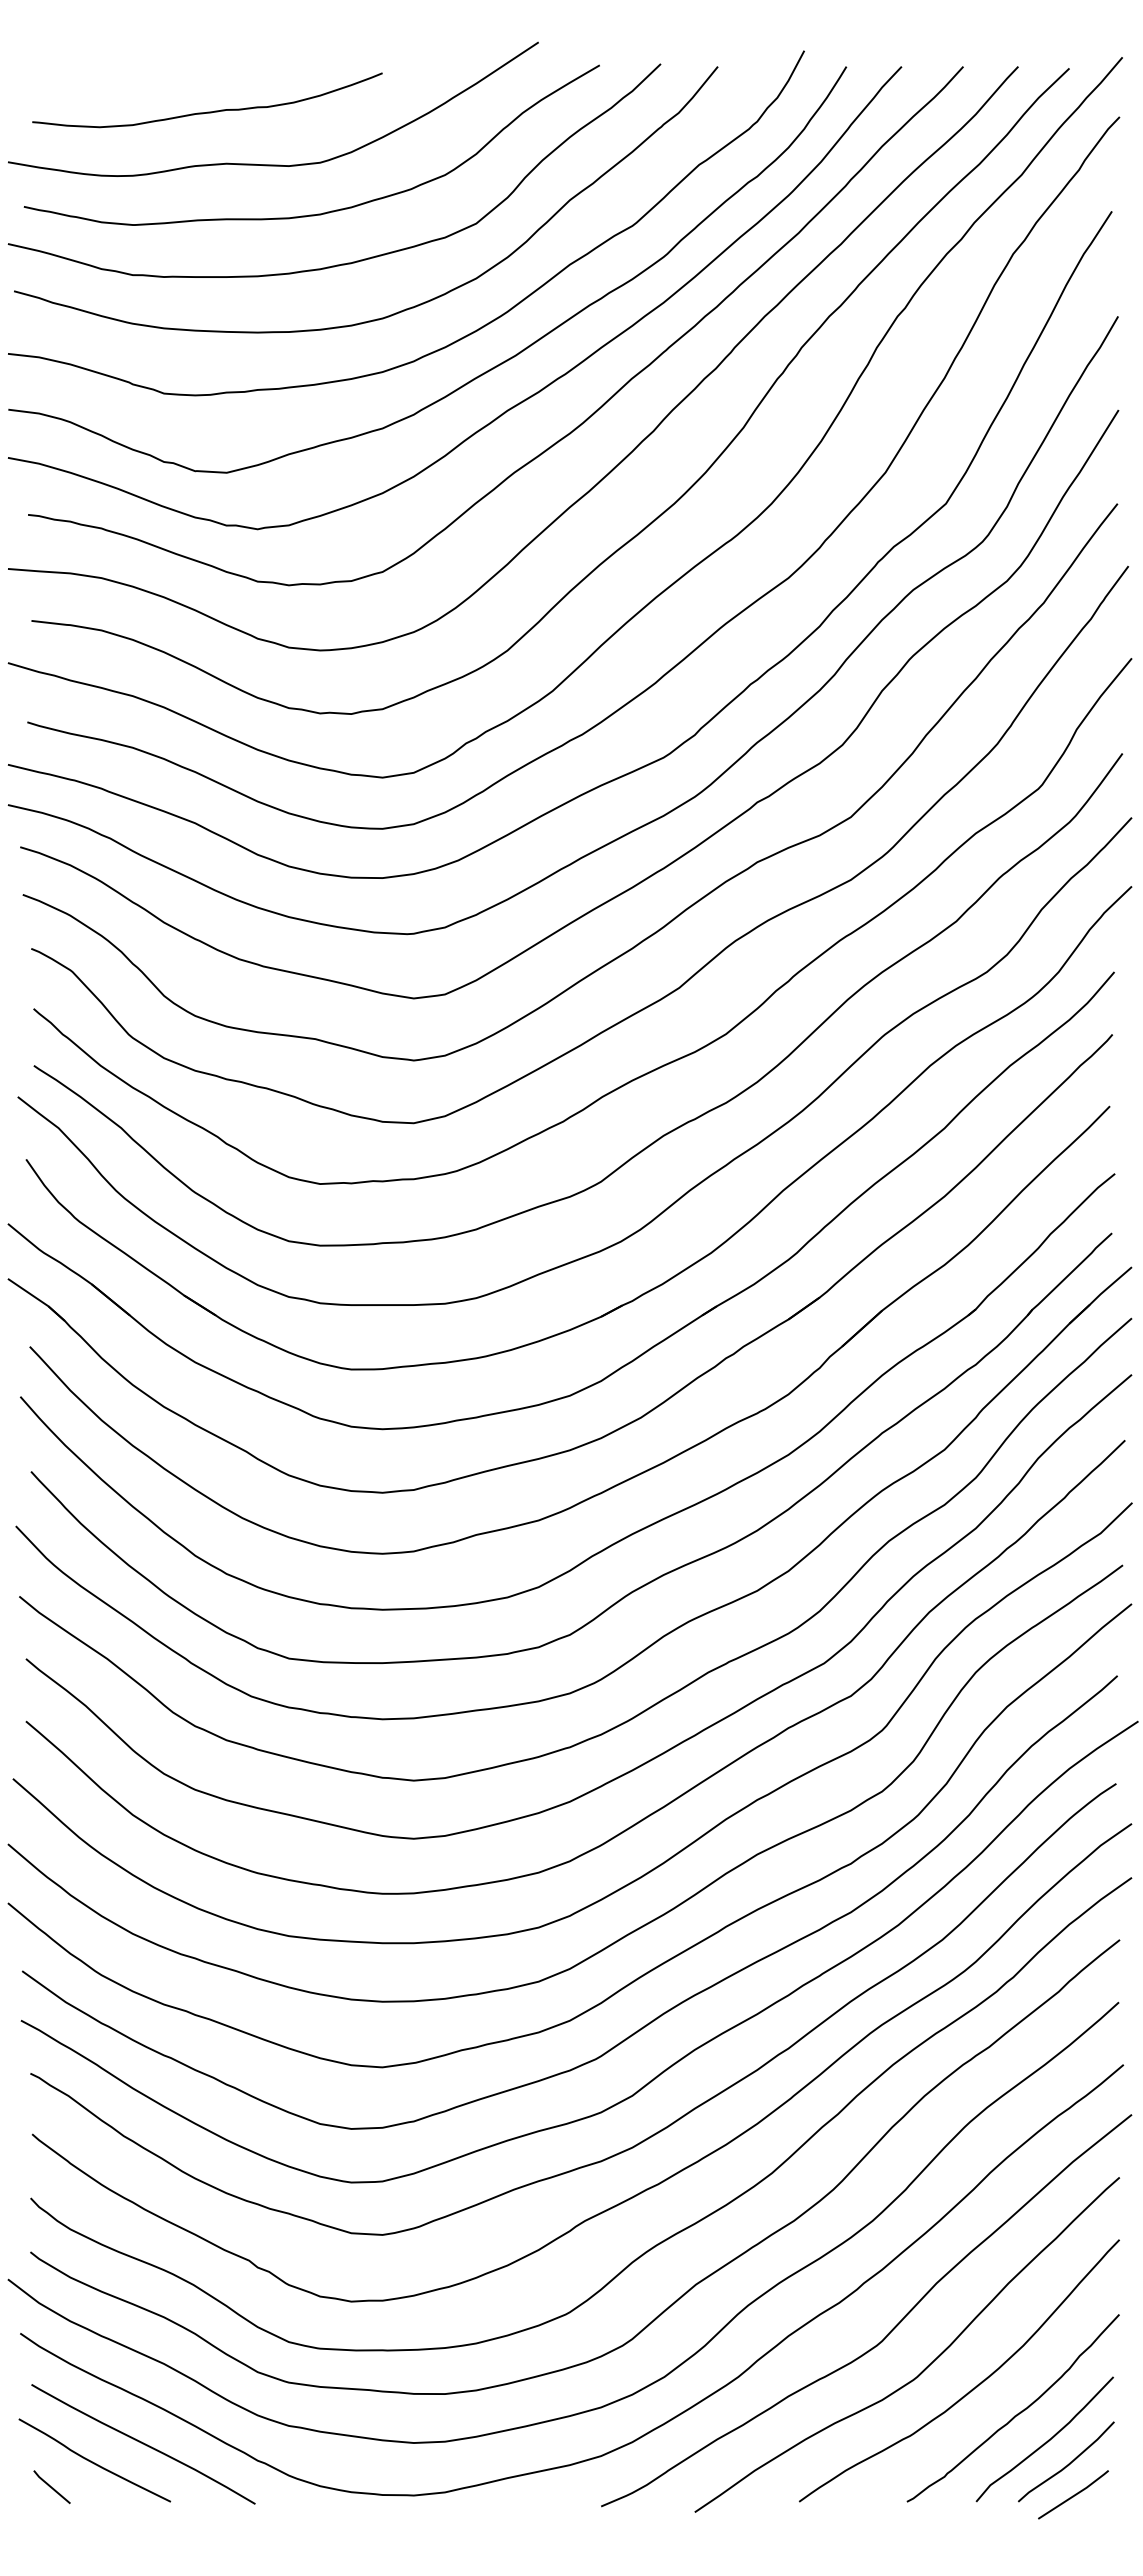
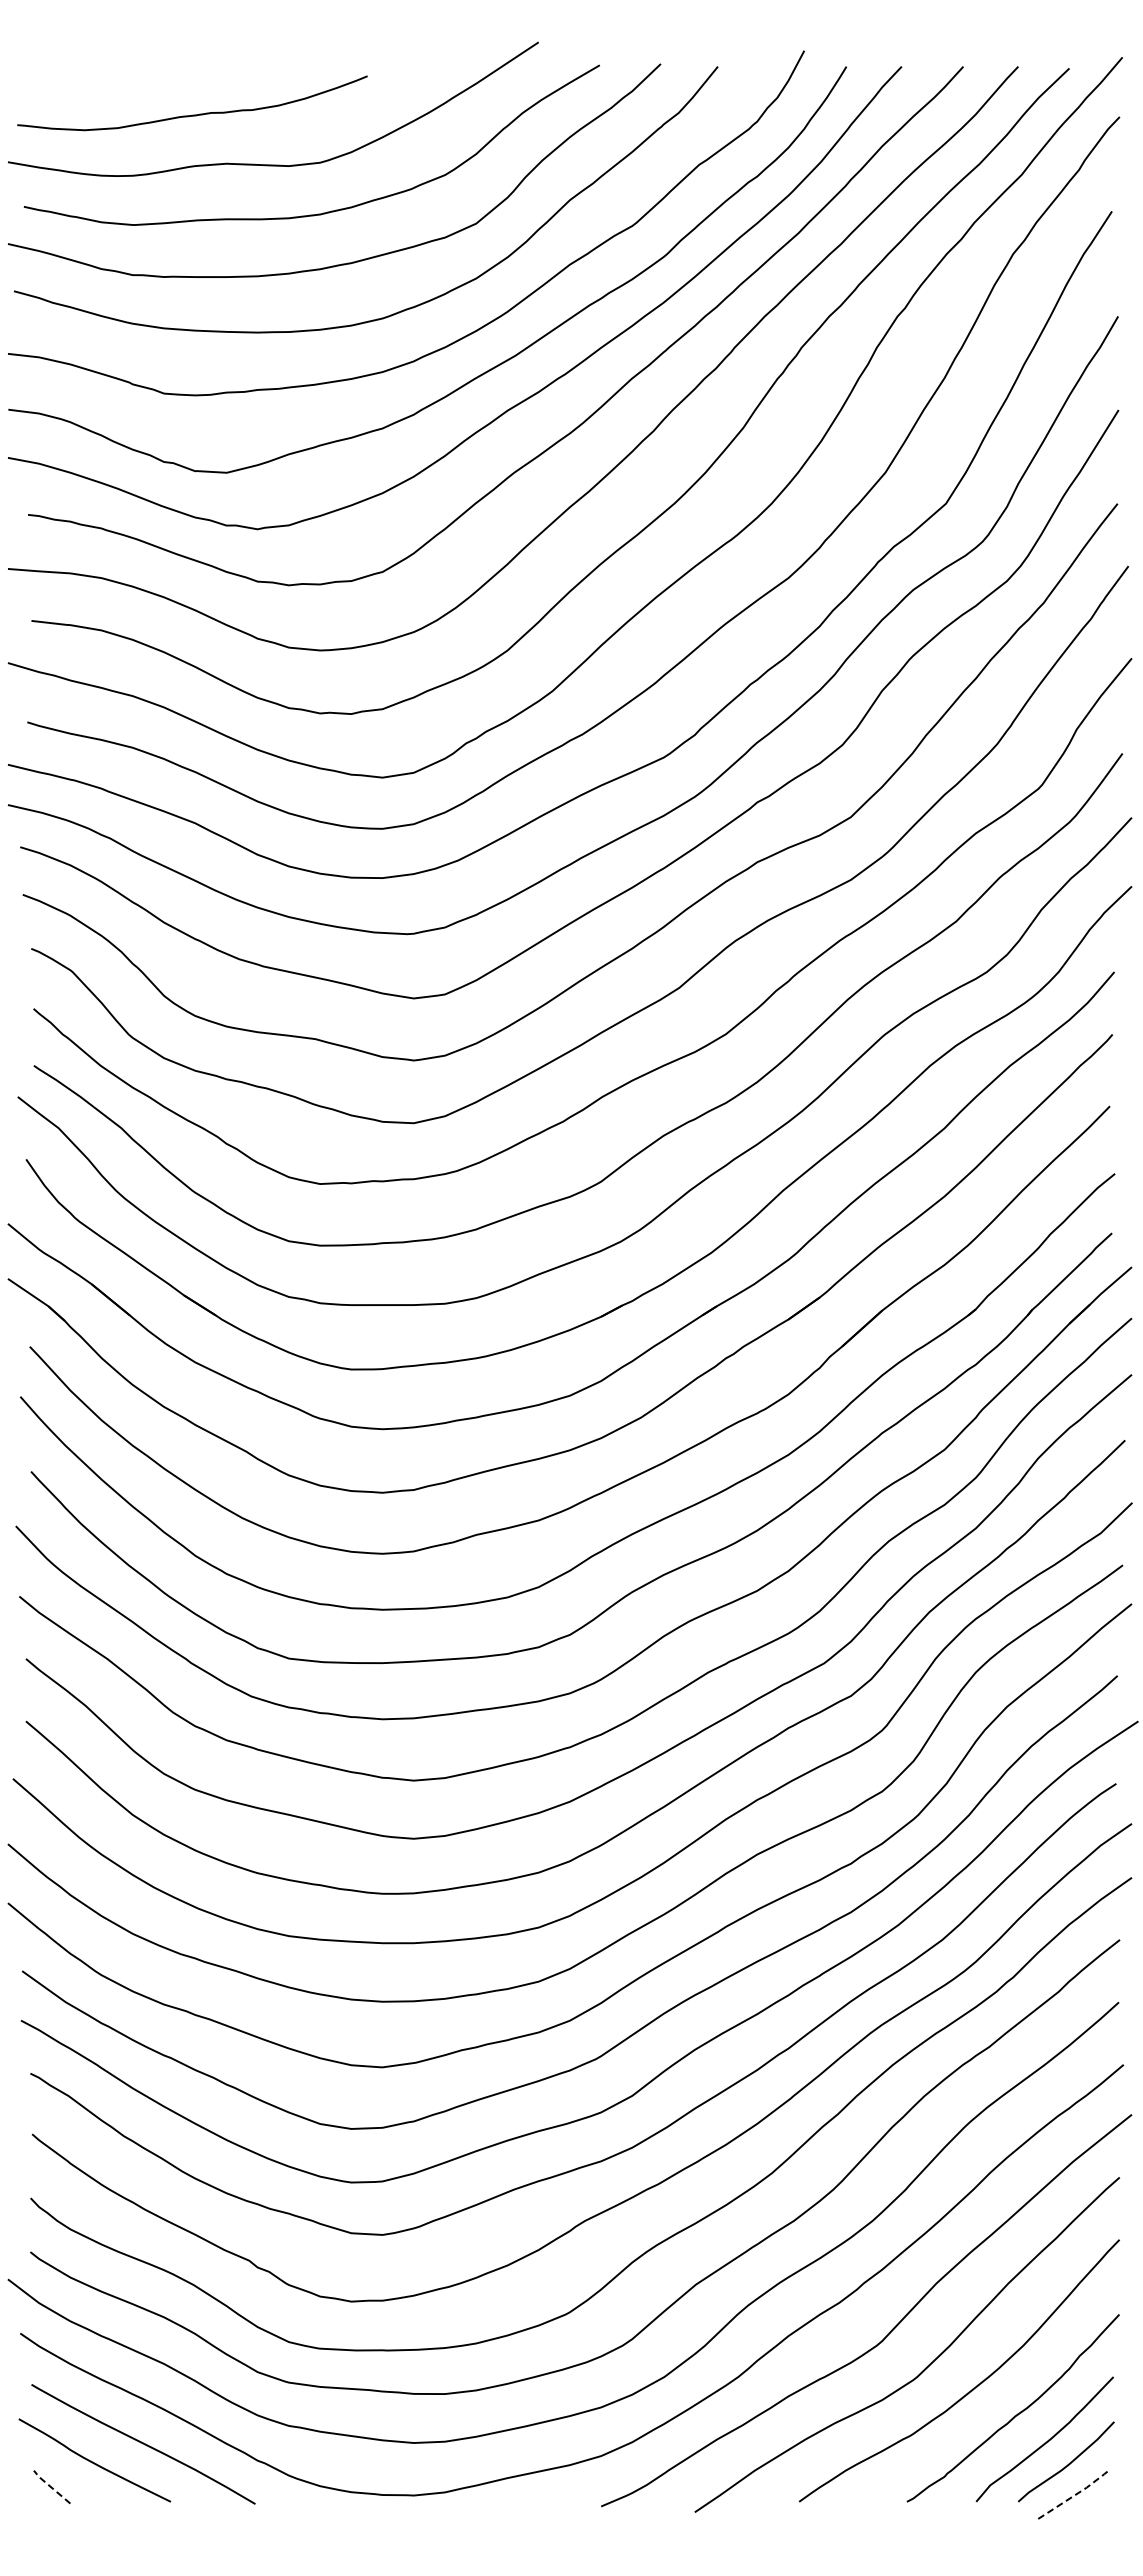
curve at (207, 111) position: (207, 111) -> (192, 114)
line at (50, 2486): solid -> dashed
line at (1075, 2494): solid -> dashed
